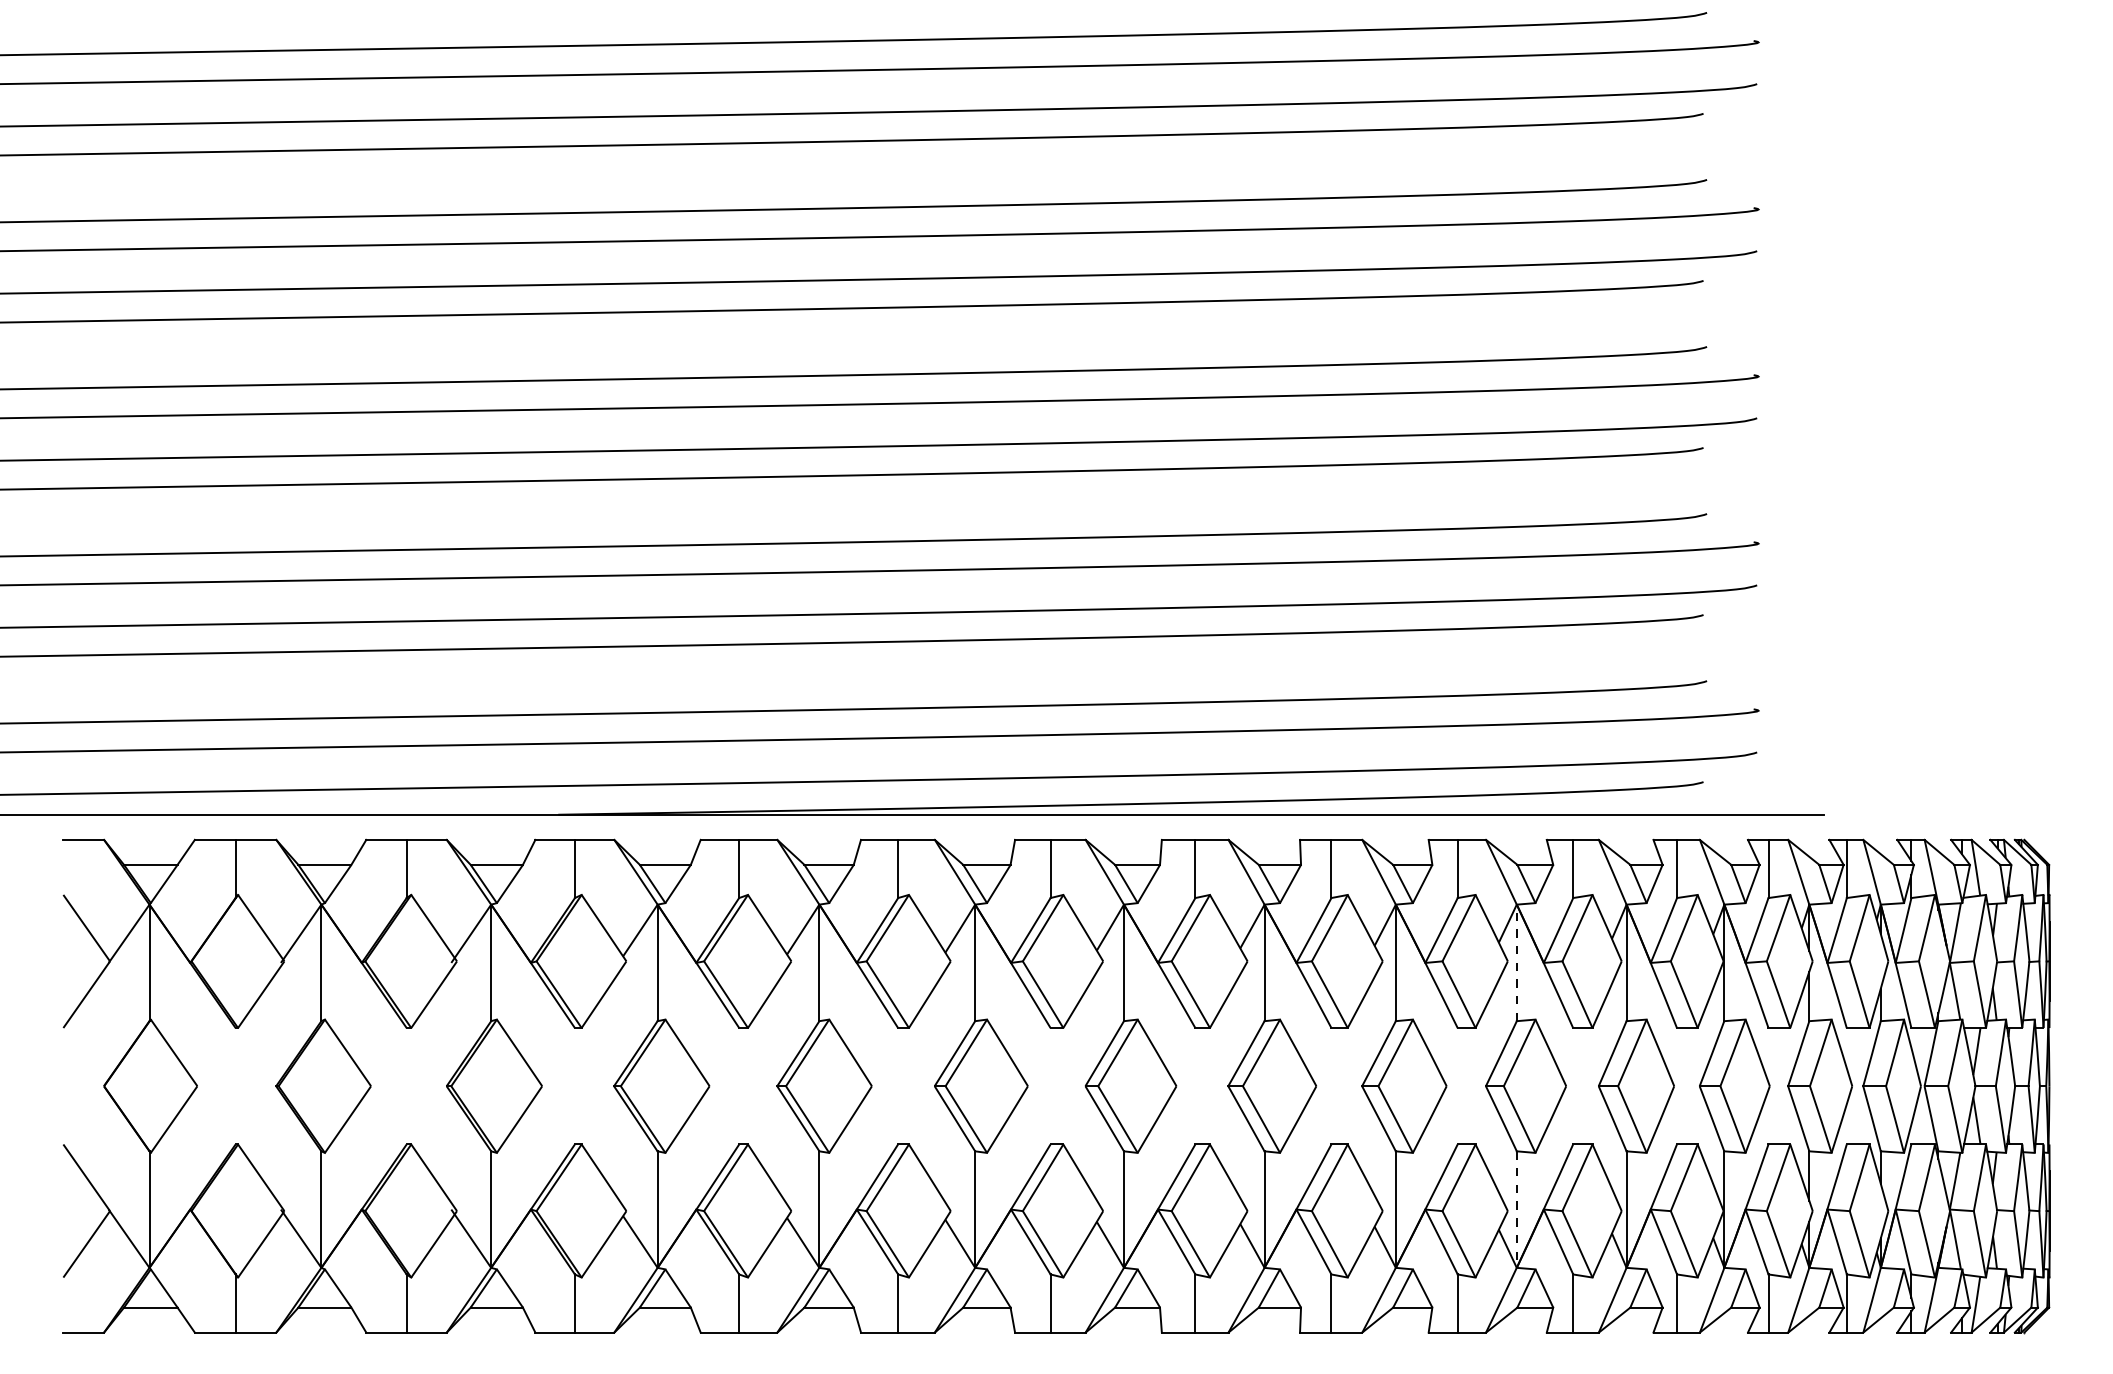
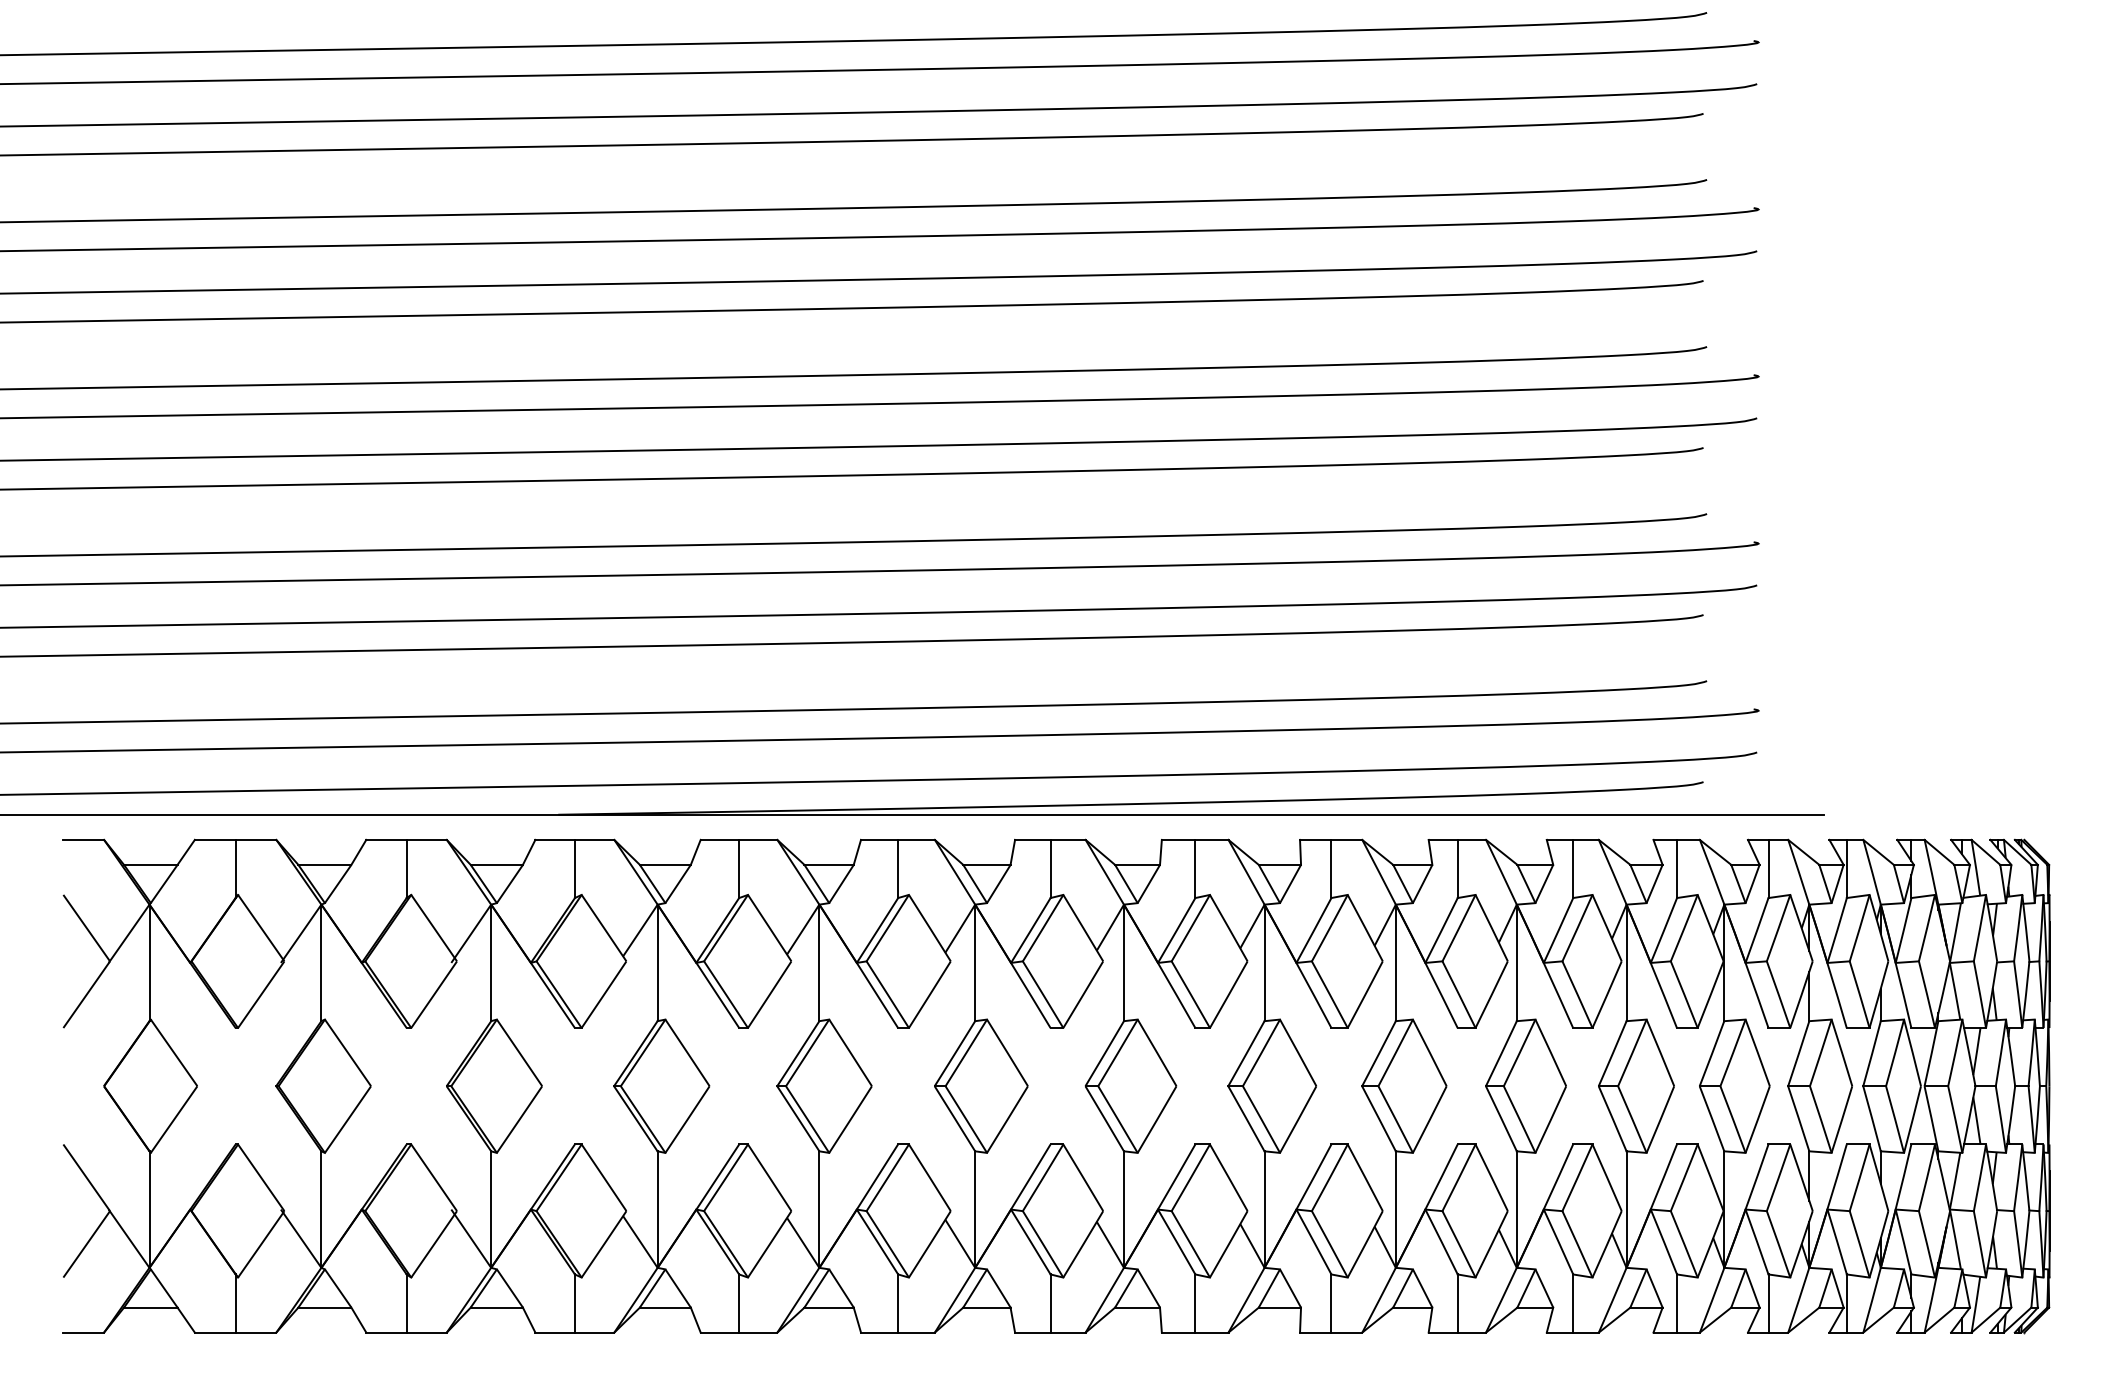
line at (1516, 962): dashed -> solid
line at (1516, 1210): dashed -> solid
